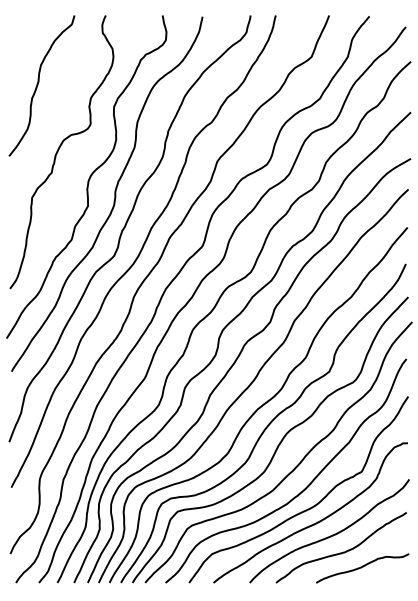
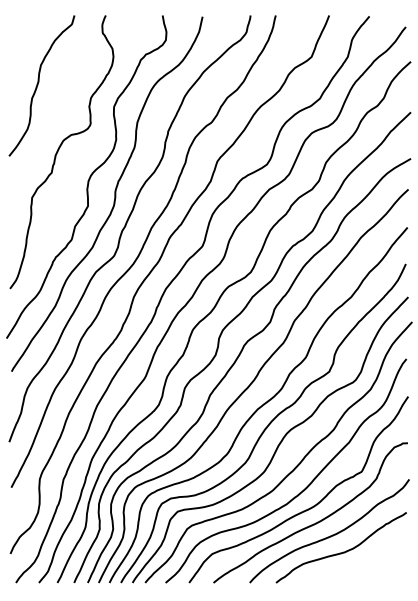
curve at (362, 567): present -> none
